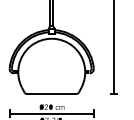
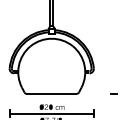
line at (113, 47): present -> none
